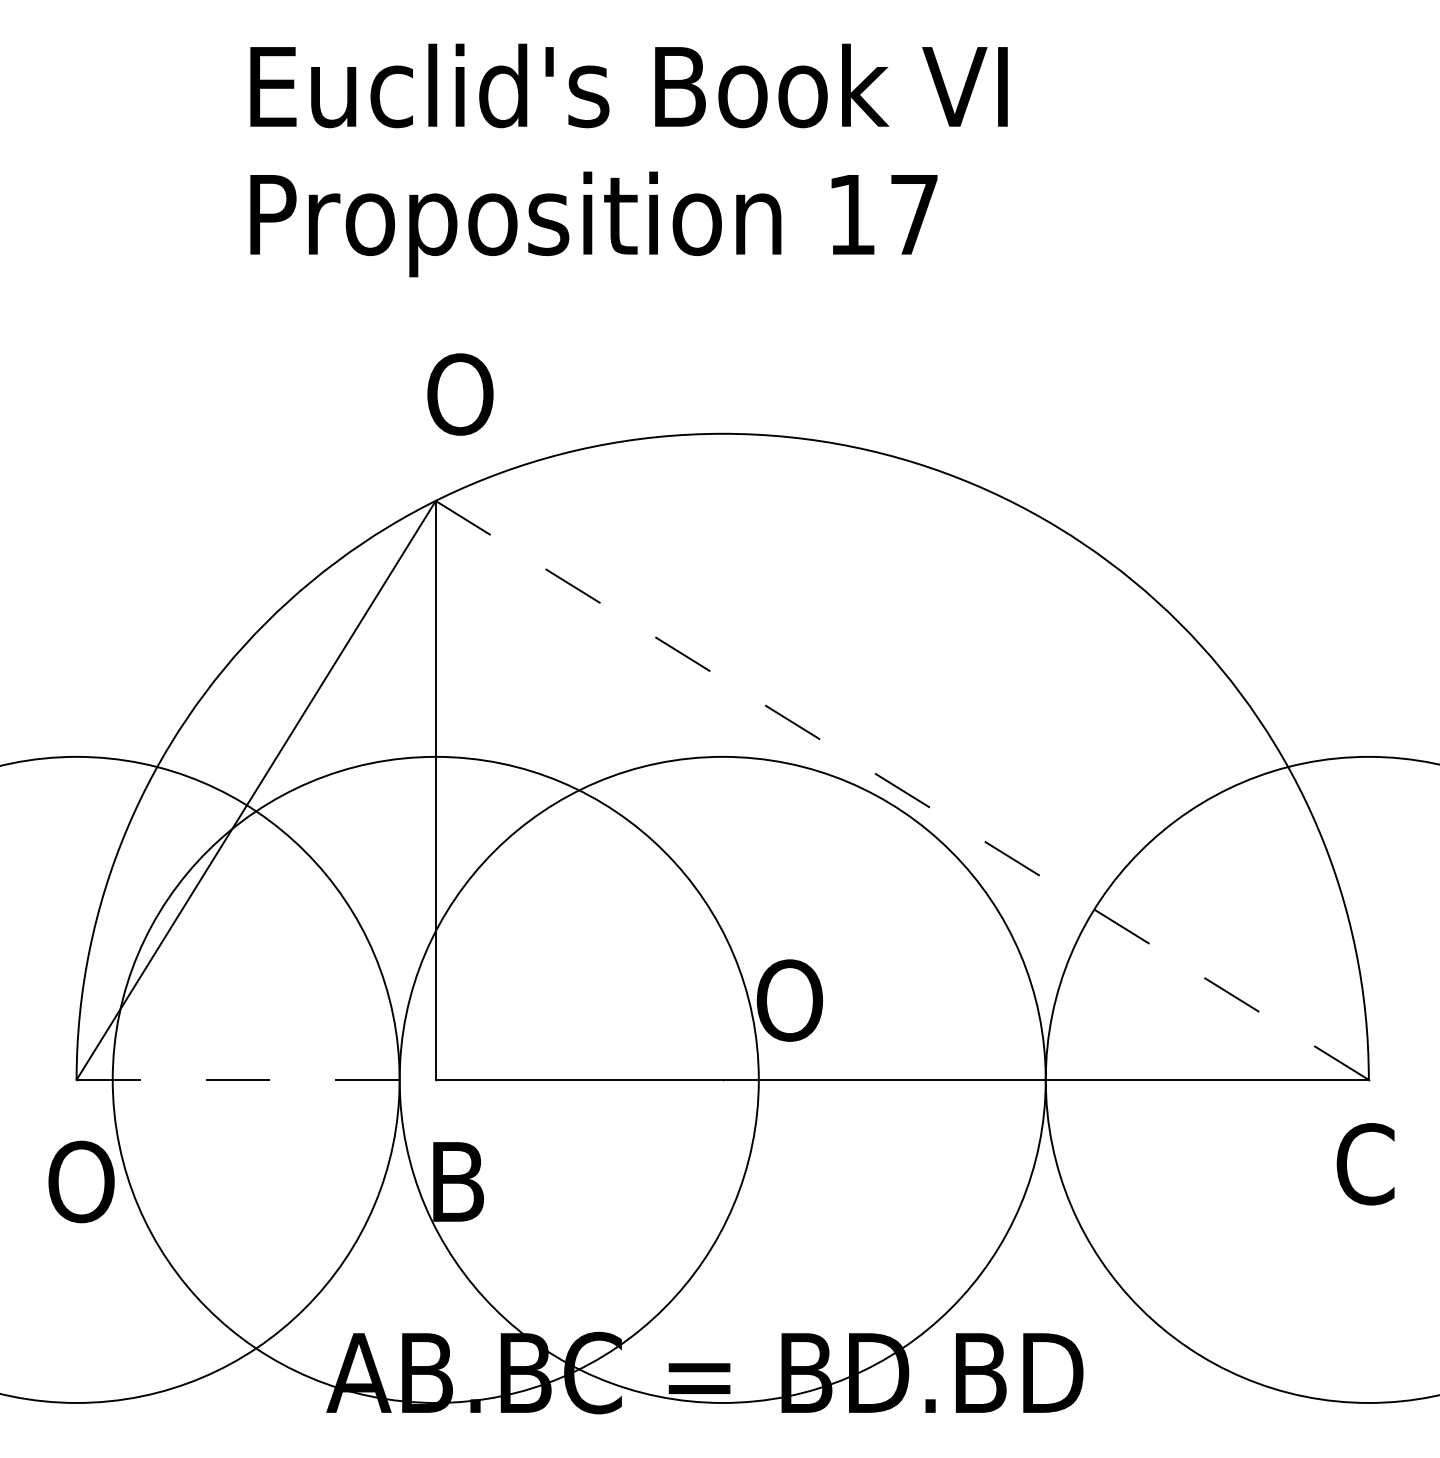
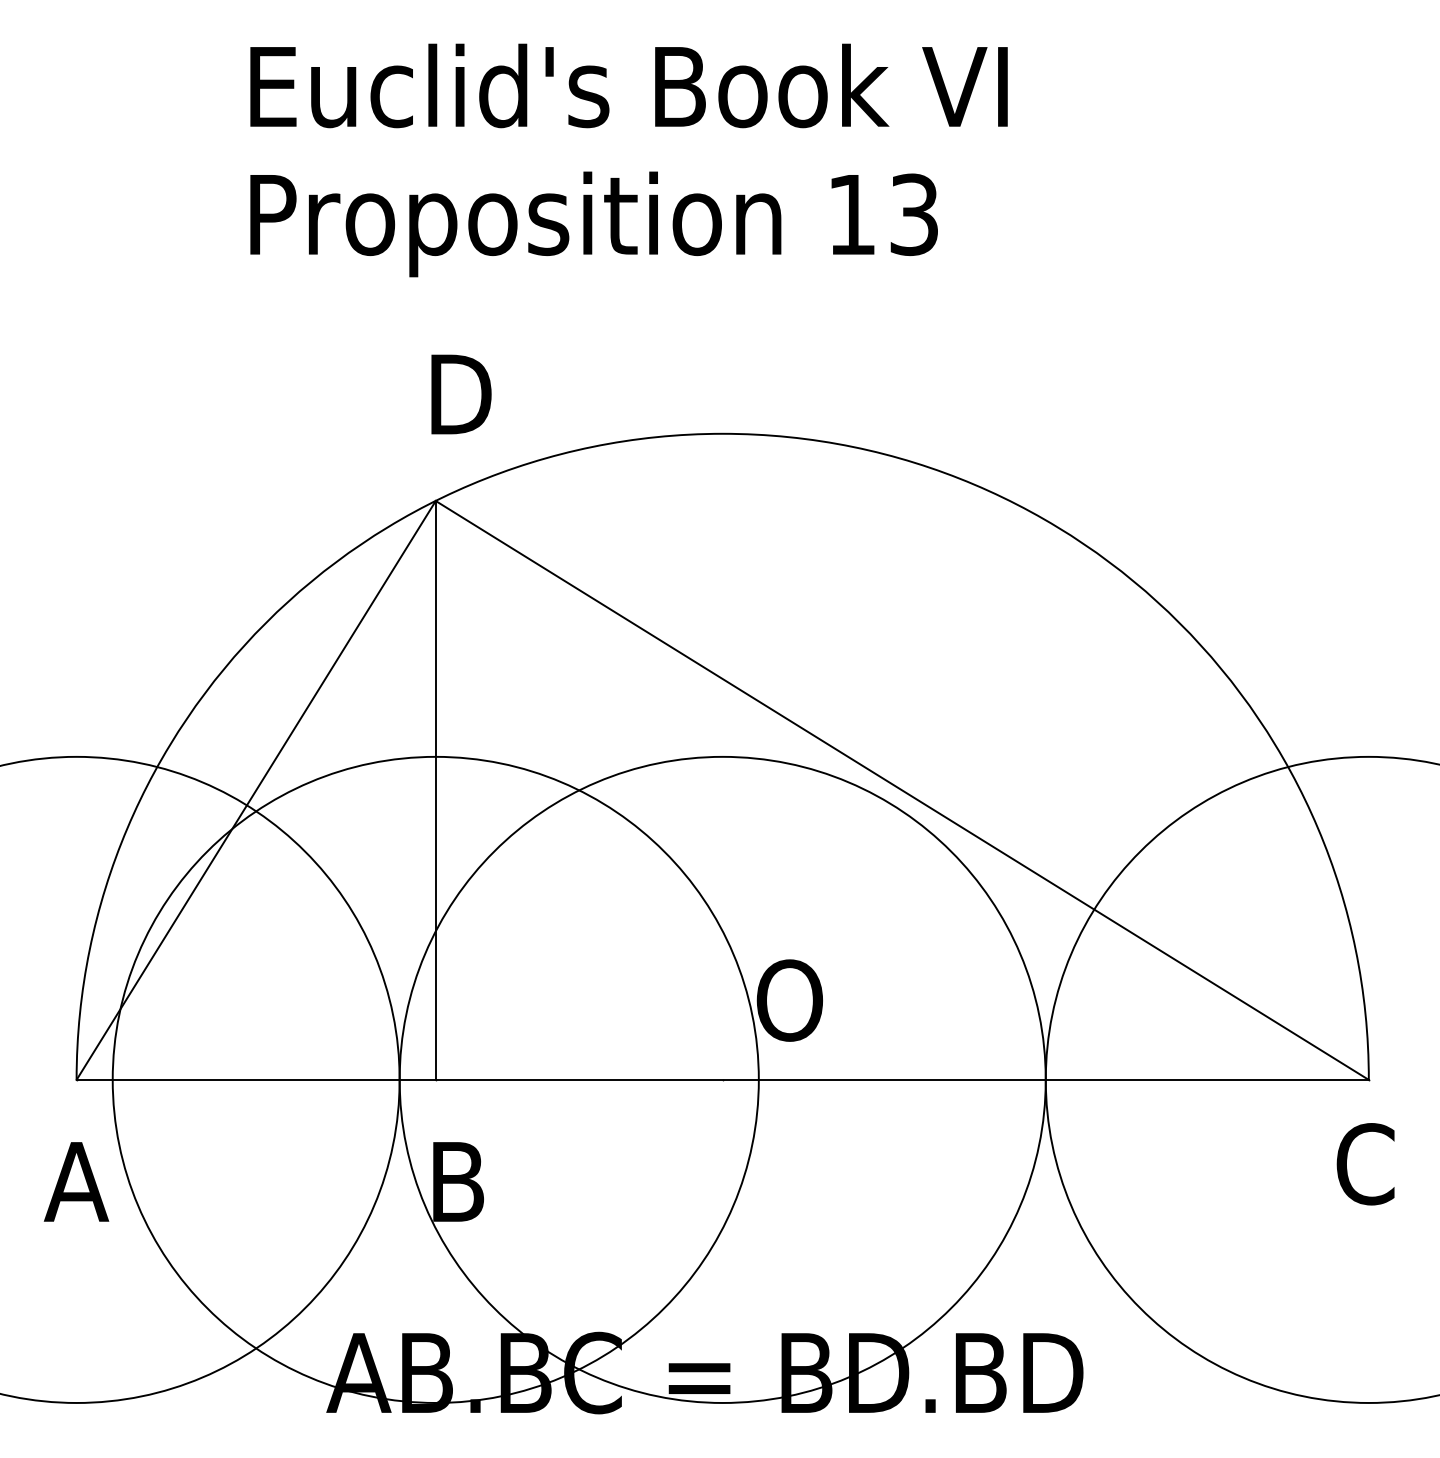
text at (913, 214): 17 -> 13
text at (460, 394): O -> D
line at (902, 790): dashed -> solid
line at (256, 1079): dashed -> solid
text at (78, 1181): O -> A
